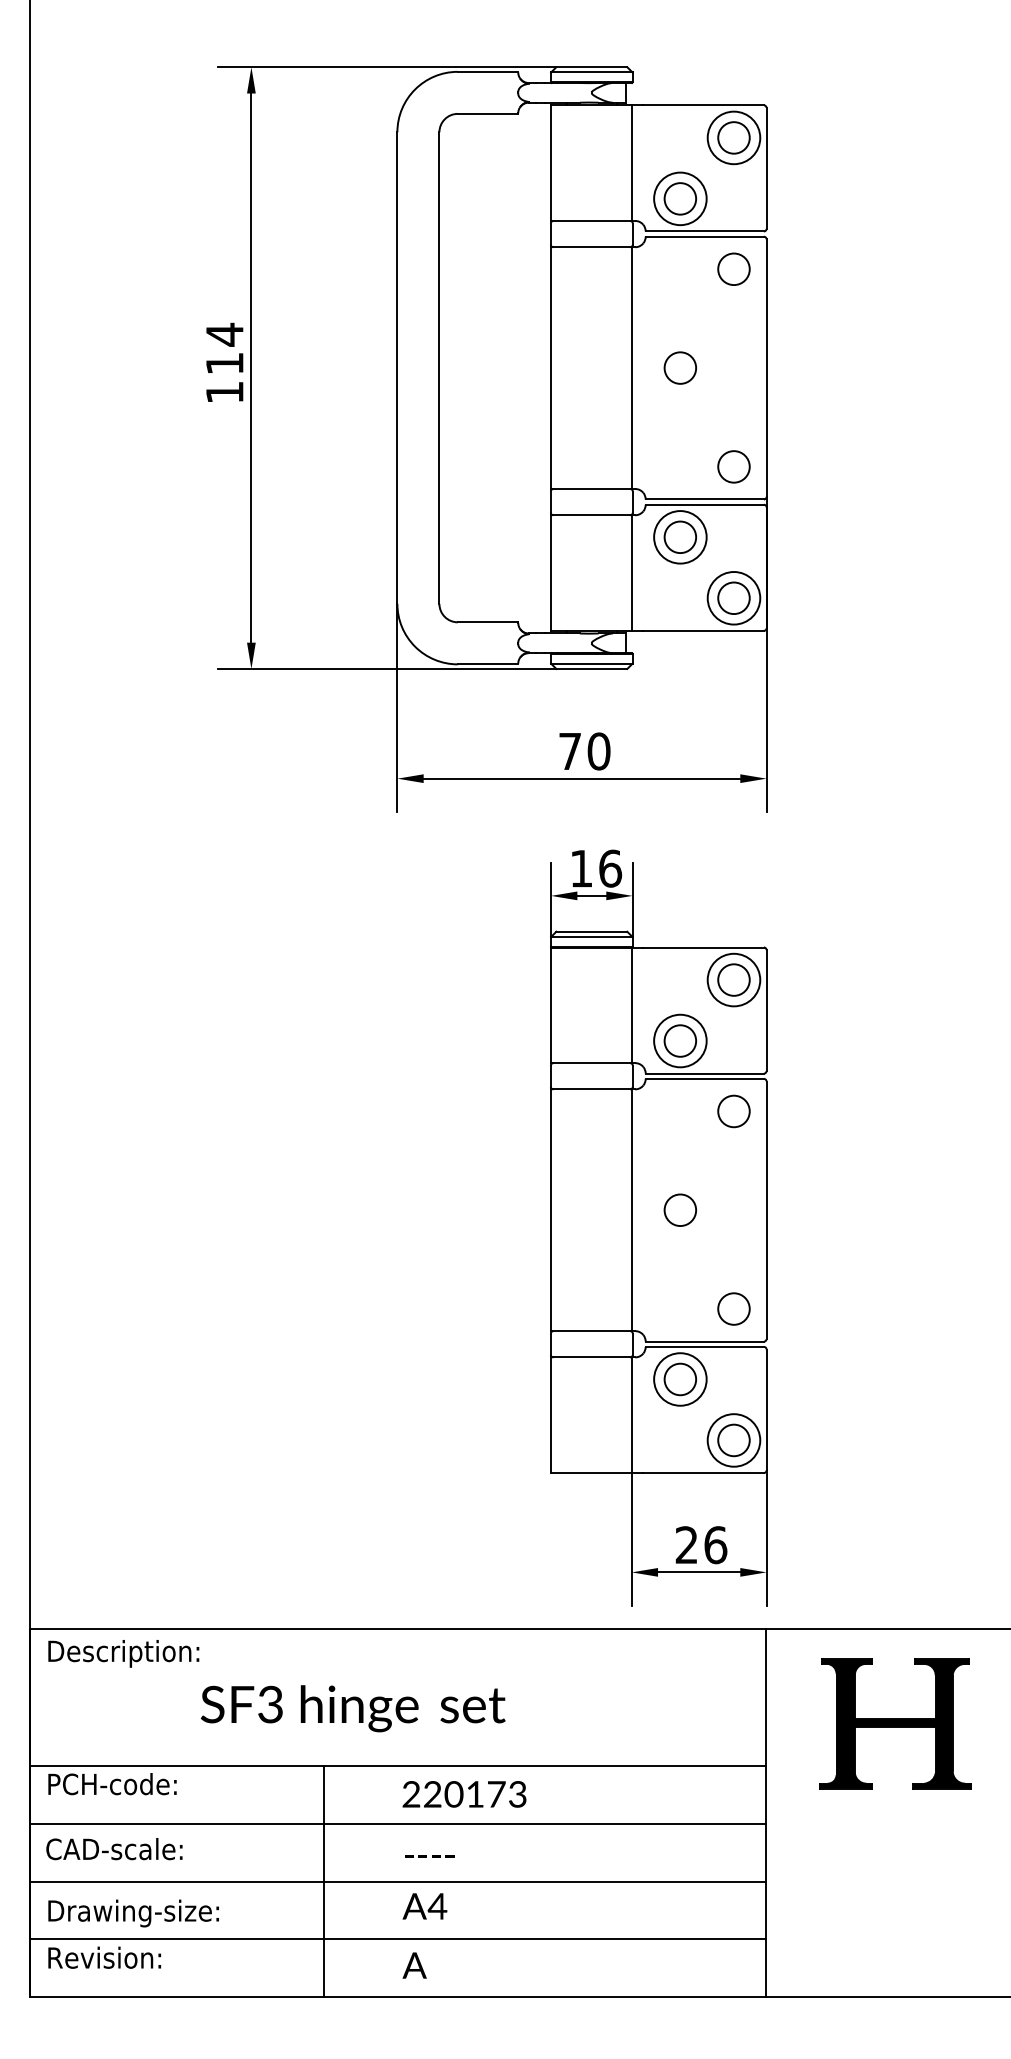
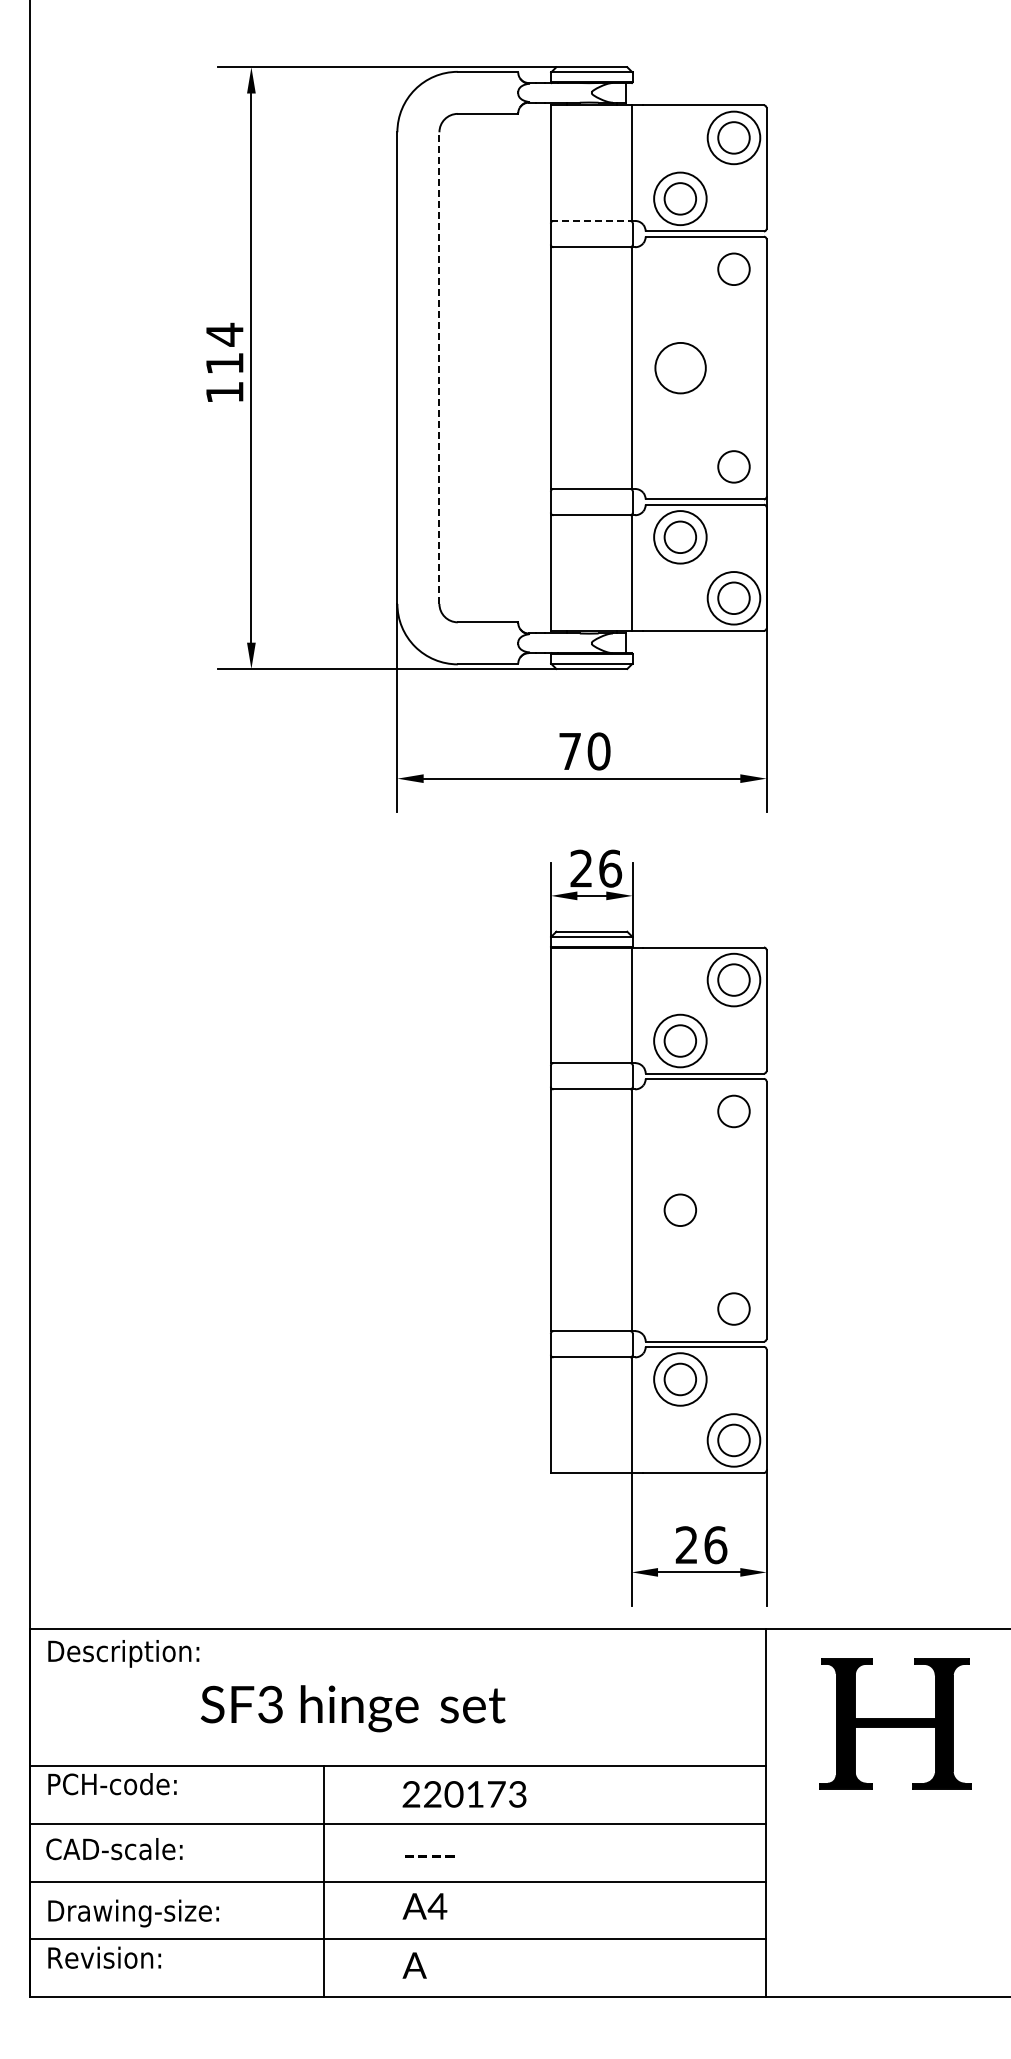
line at (591, 220): solid -> dashed
circle at (679, 367) size: 34x34 px -> 53x53 px
line at (439, 368): solid -> dashed
text at (580, 868): 16 -> 26
